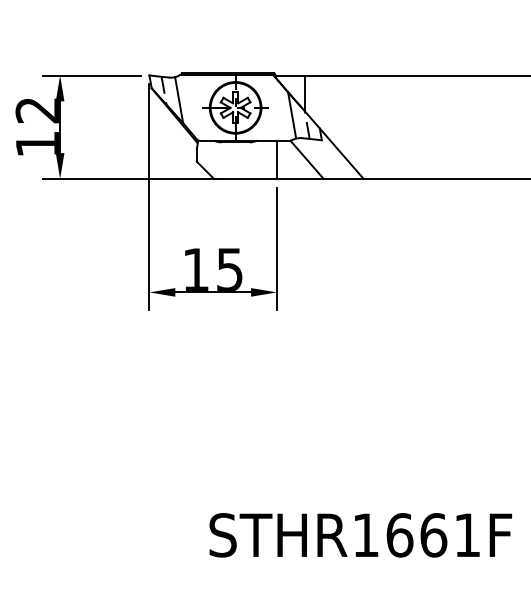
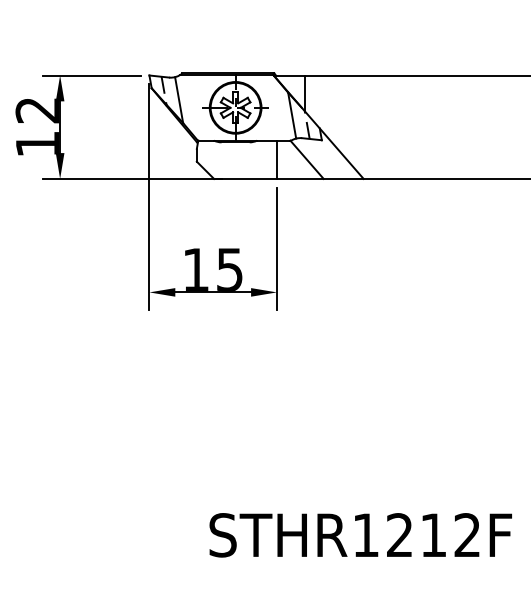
text at (432, 535): STHR1661F -> STHR1212F
